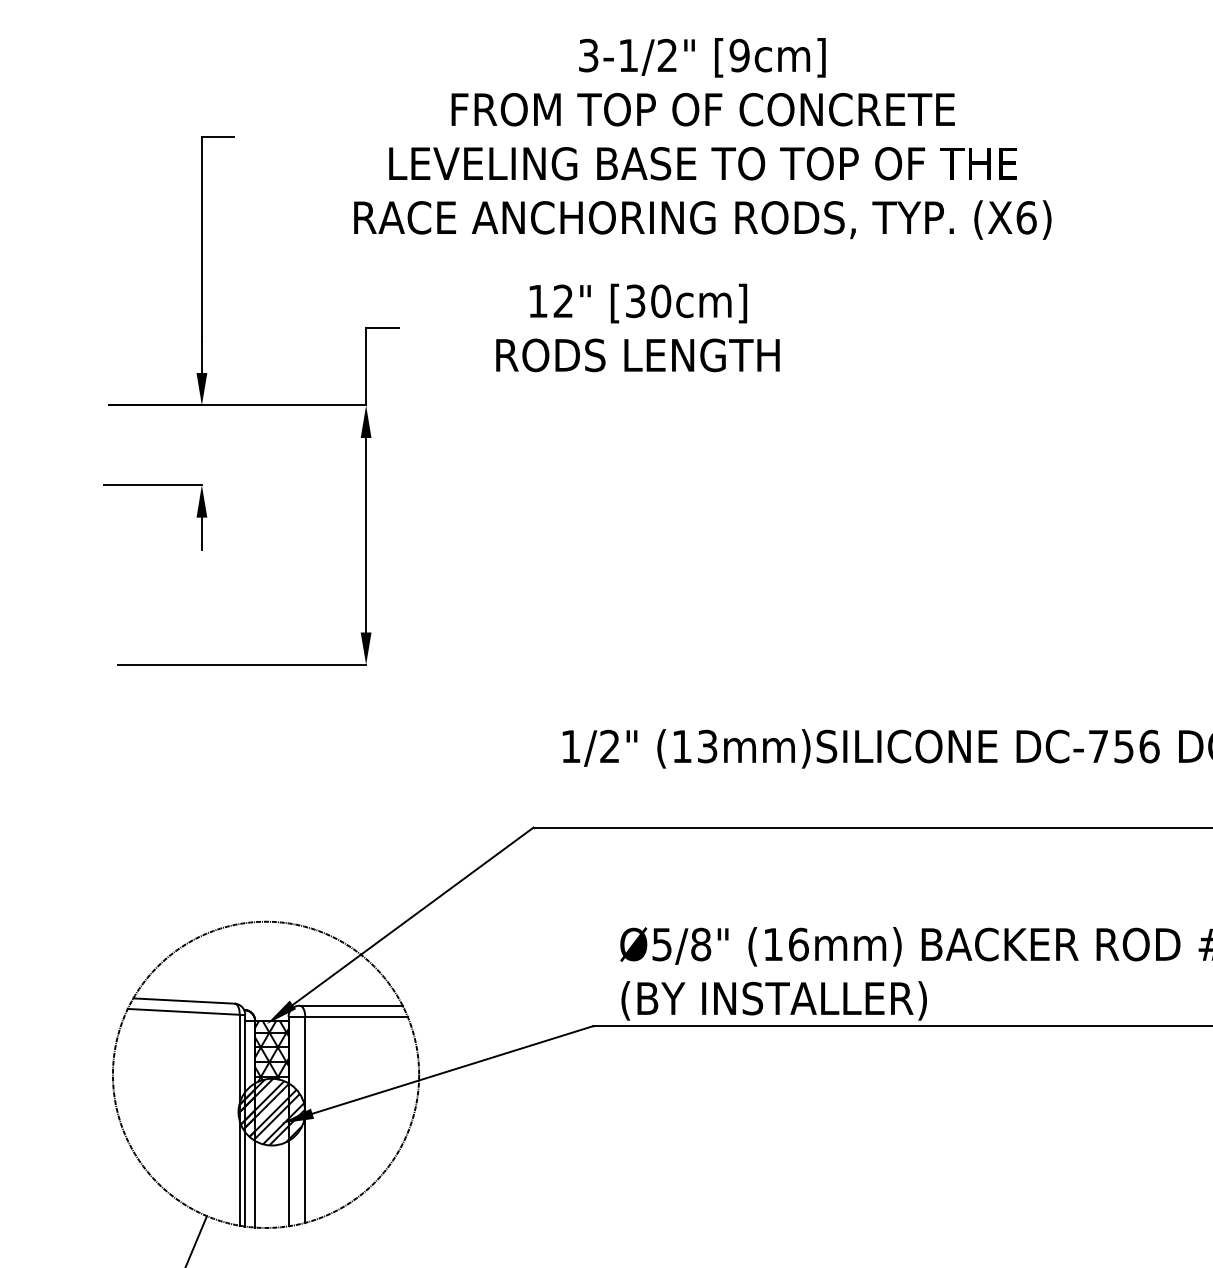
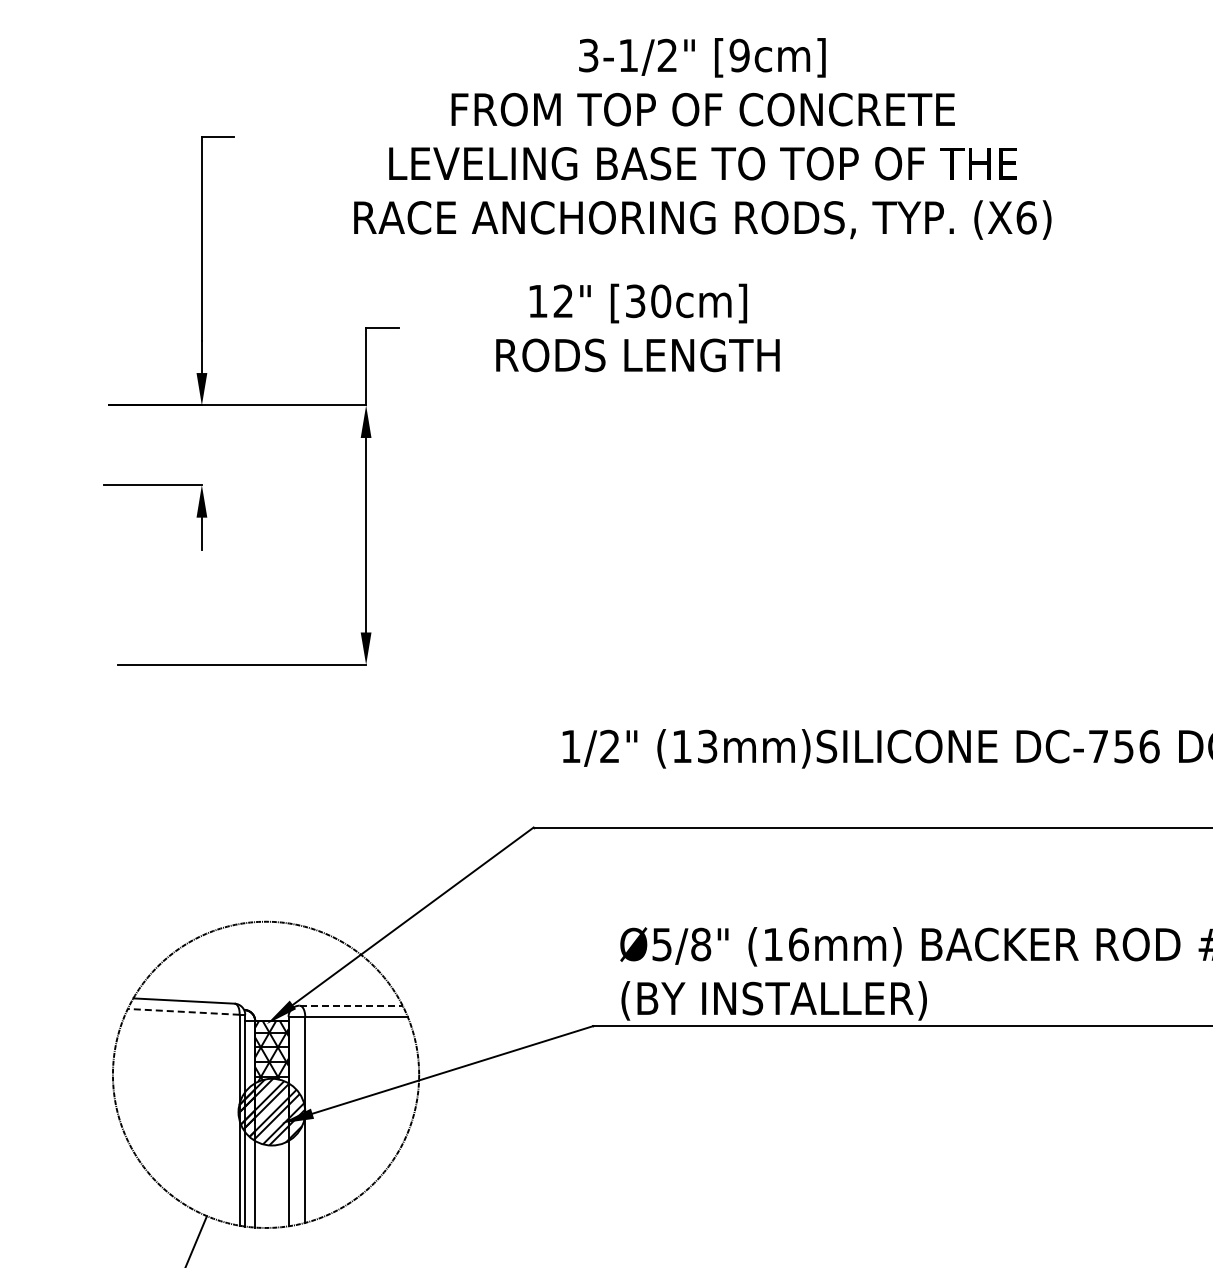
line at (351, 1005): solid -> dashed
line at (183, 1011): solid -> dashed
